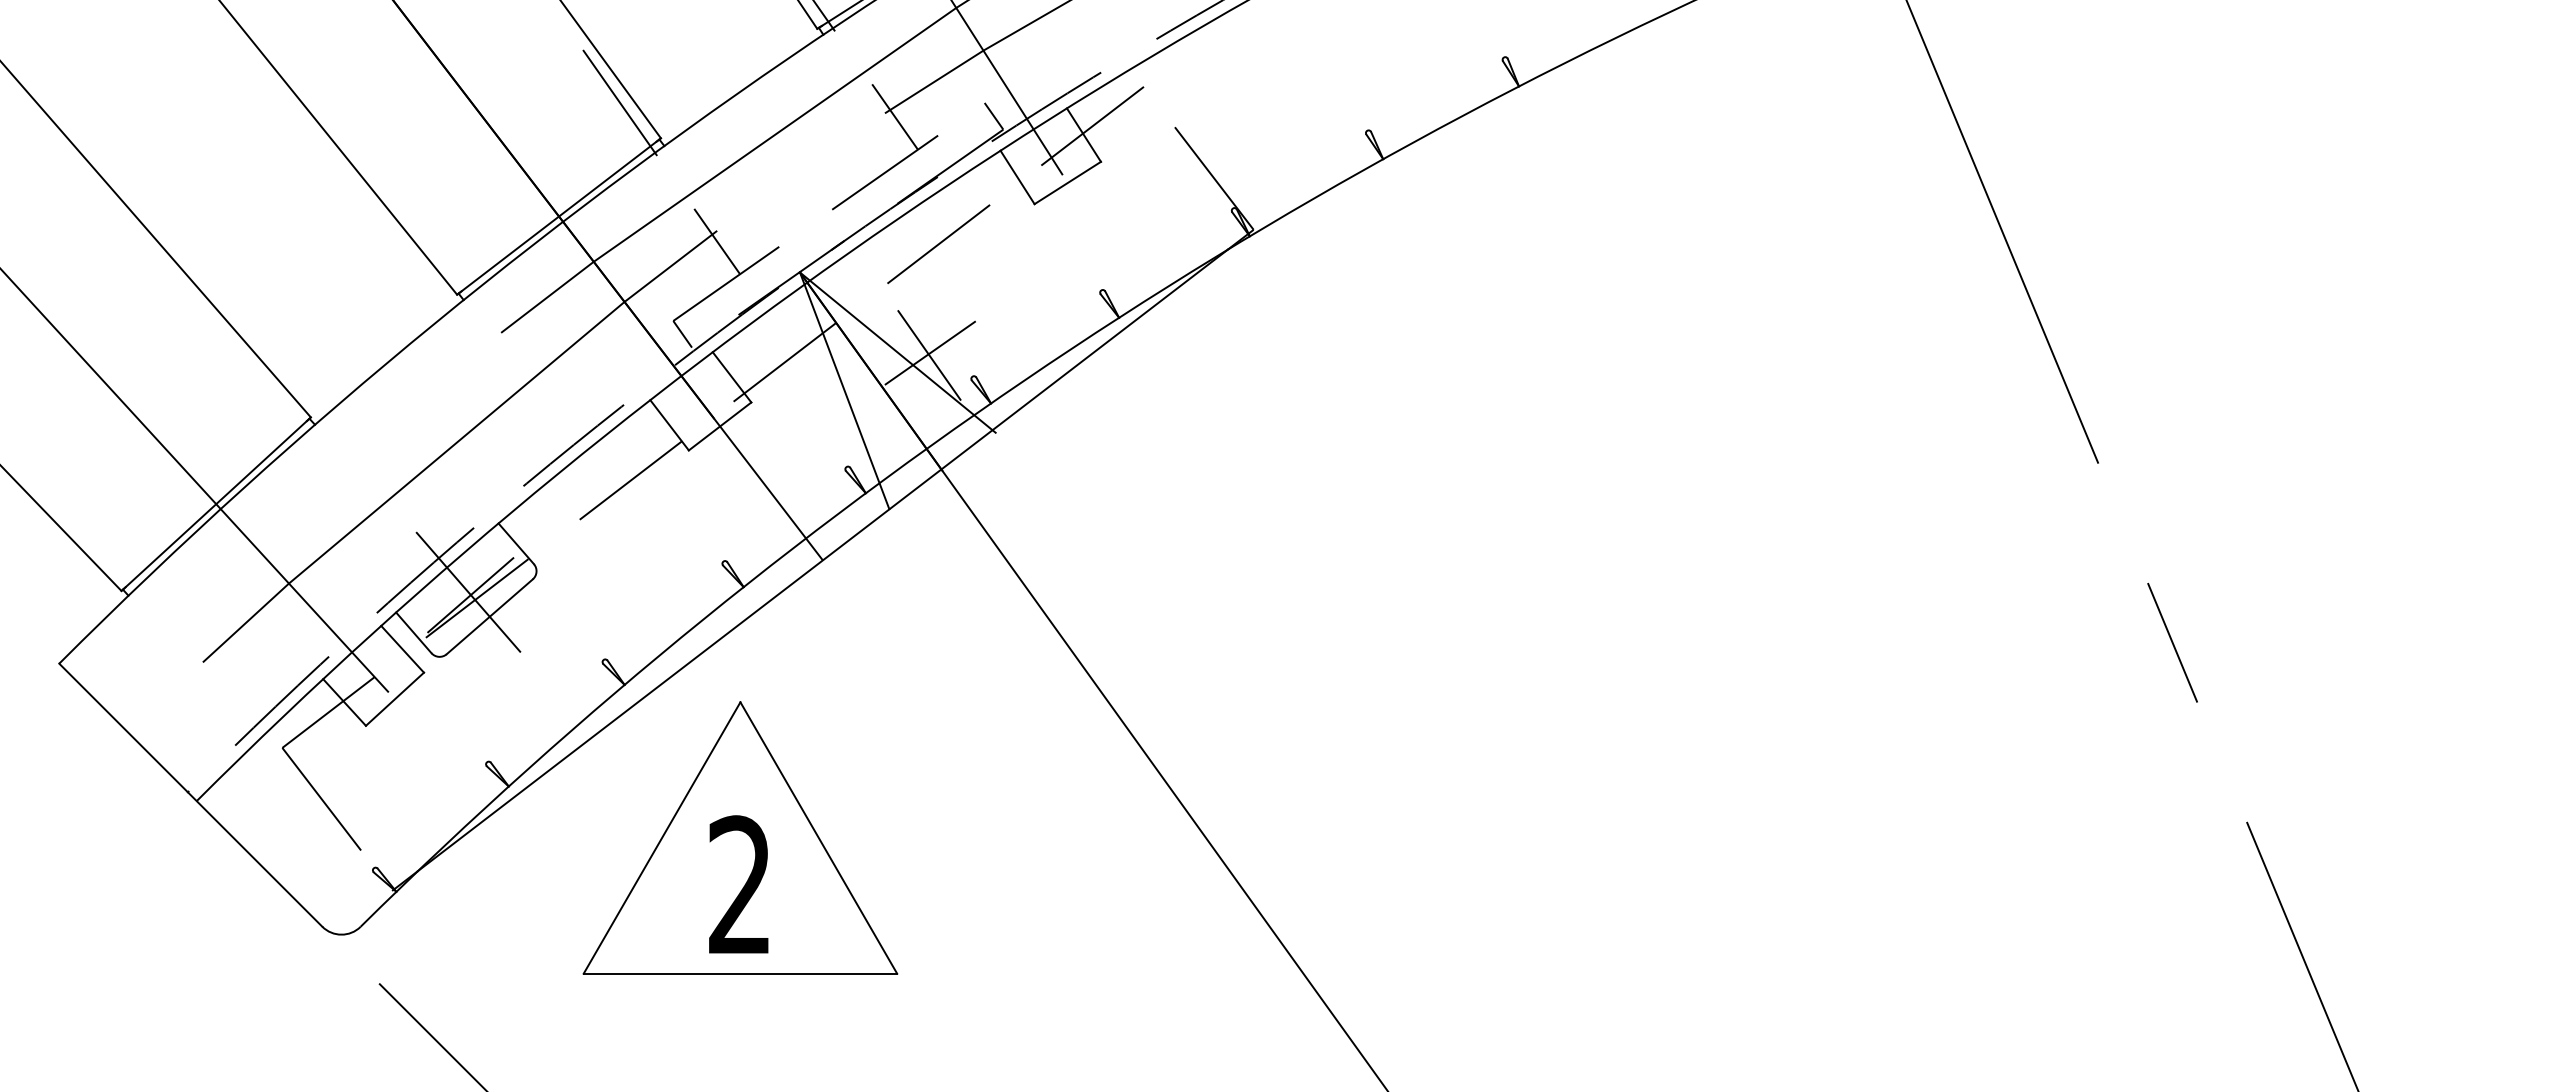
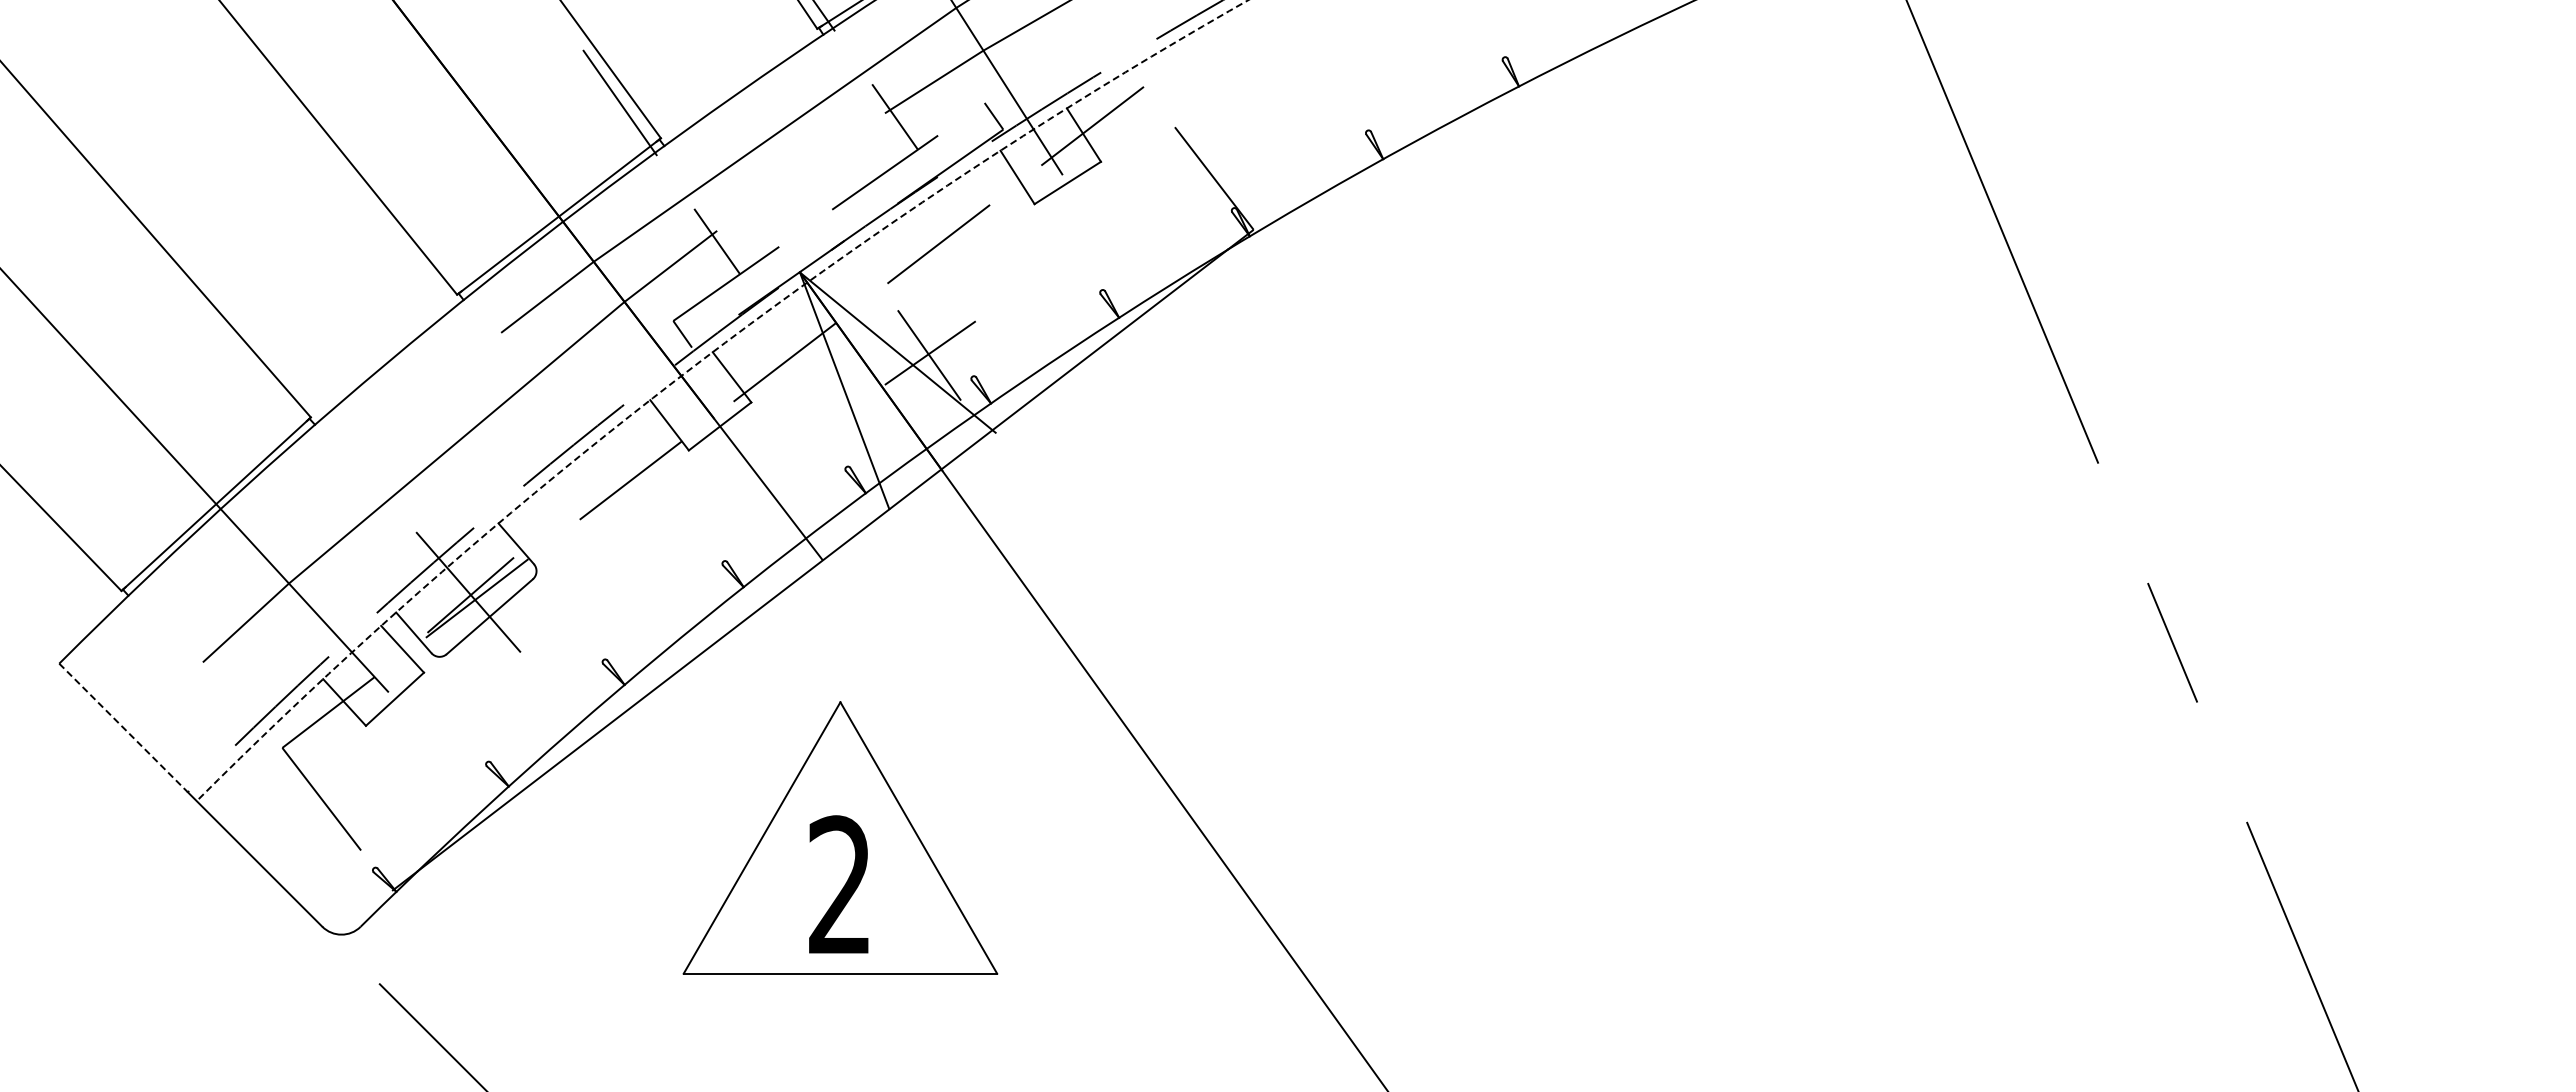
arc at (696, 364): solid -> dashed
line at (123, 727): solid -> dashed
part at (740, 837) position: (740, 837) -> (840, 837)
